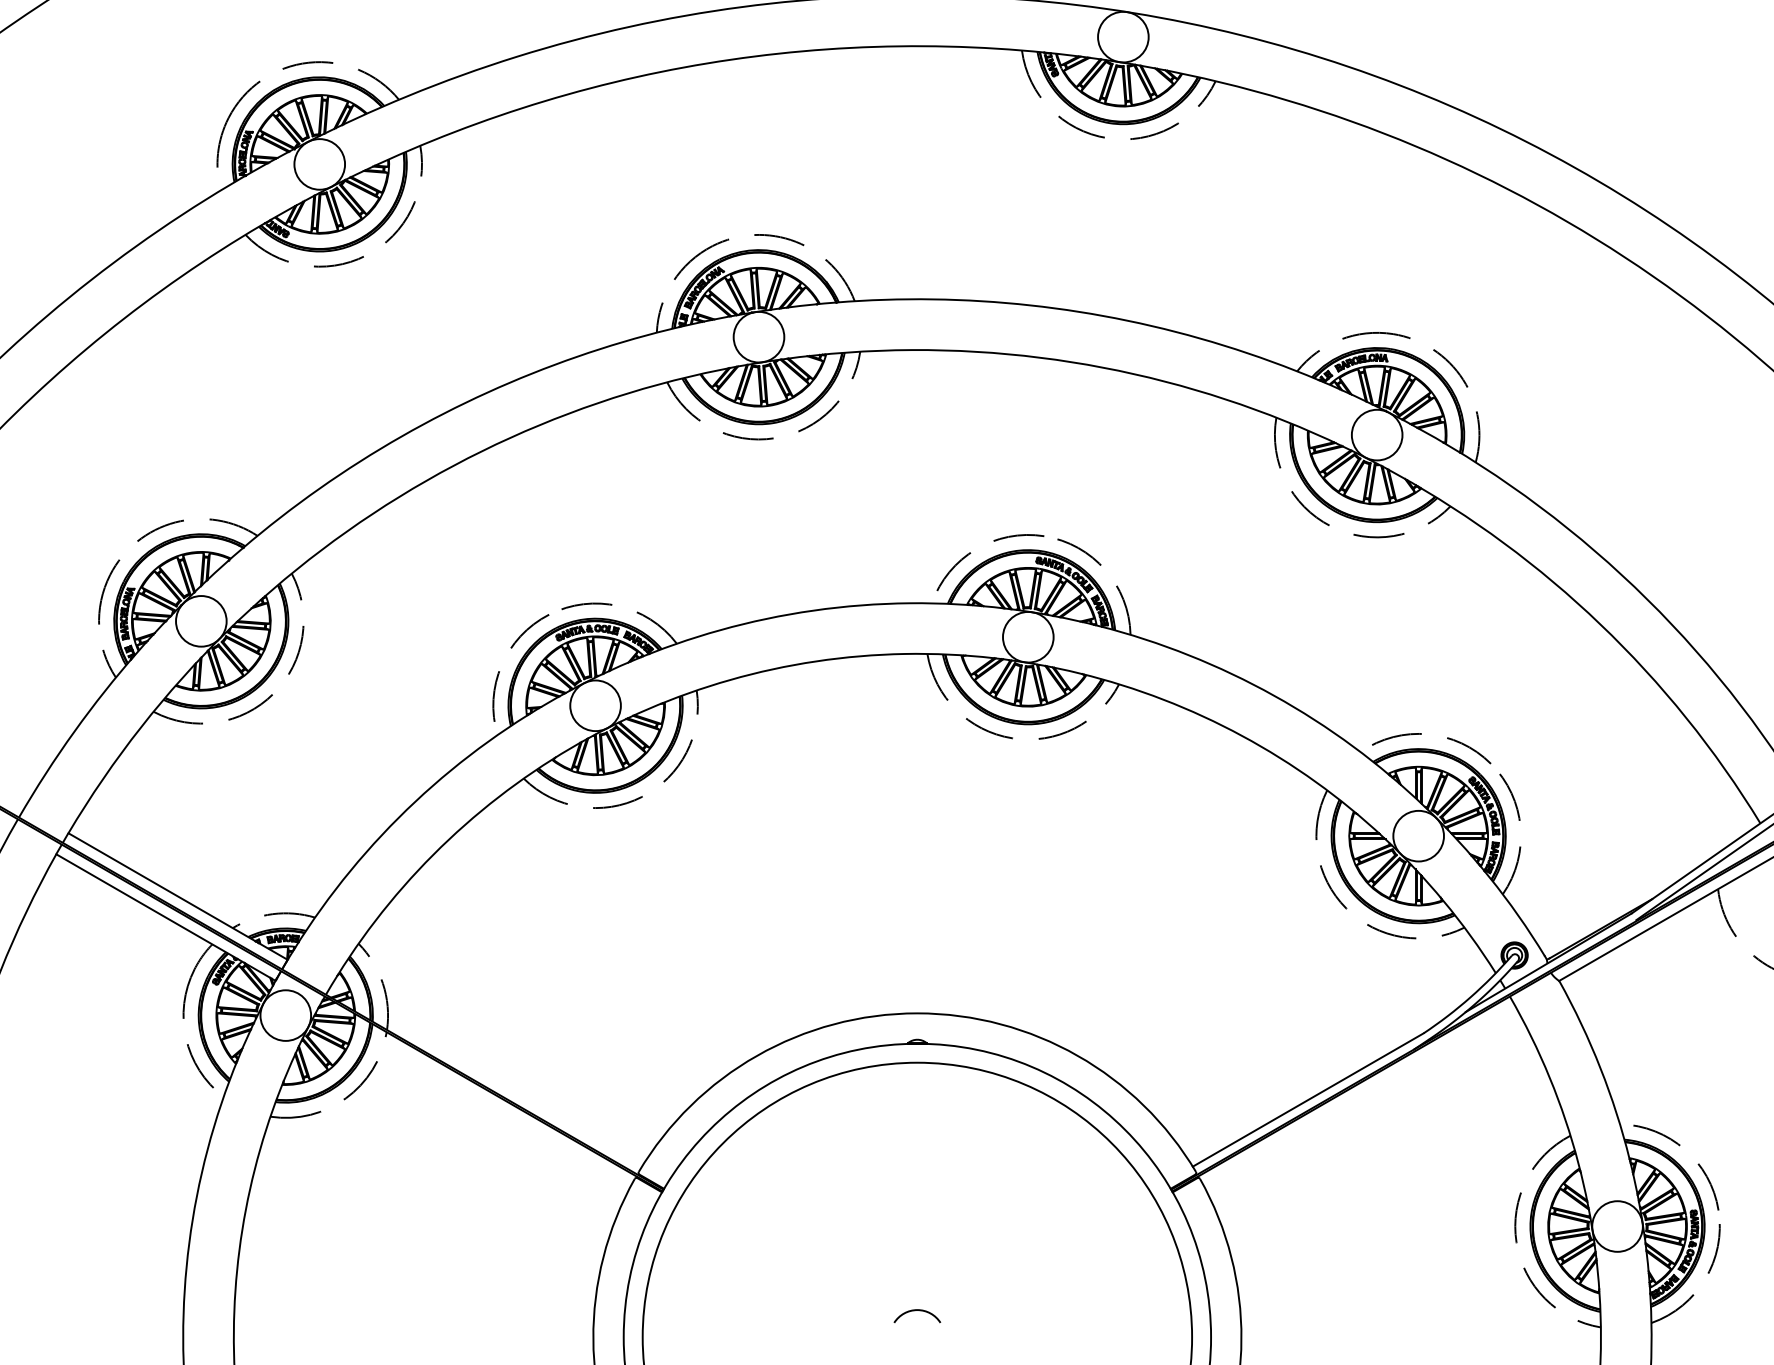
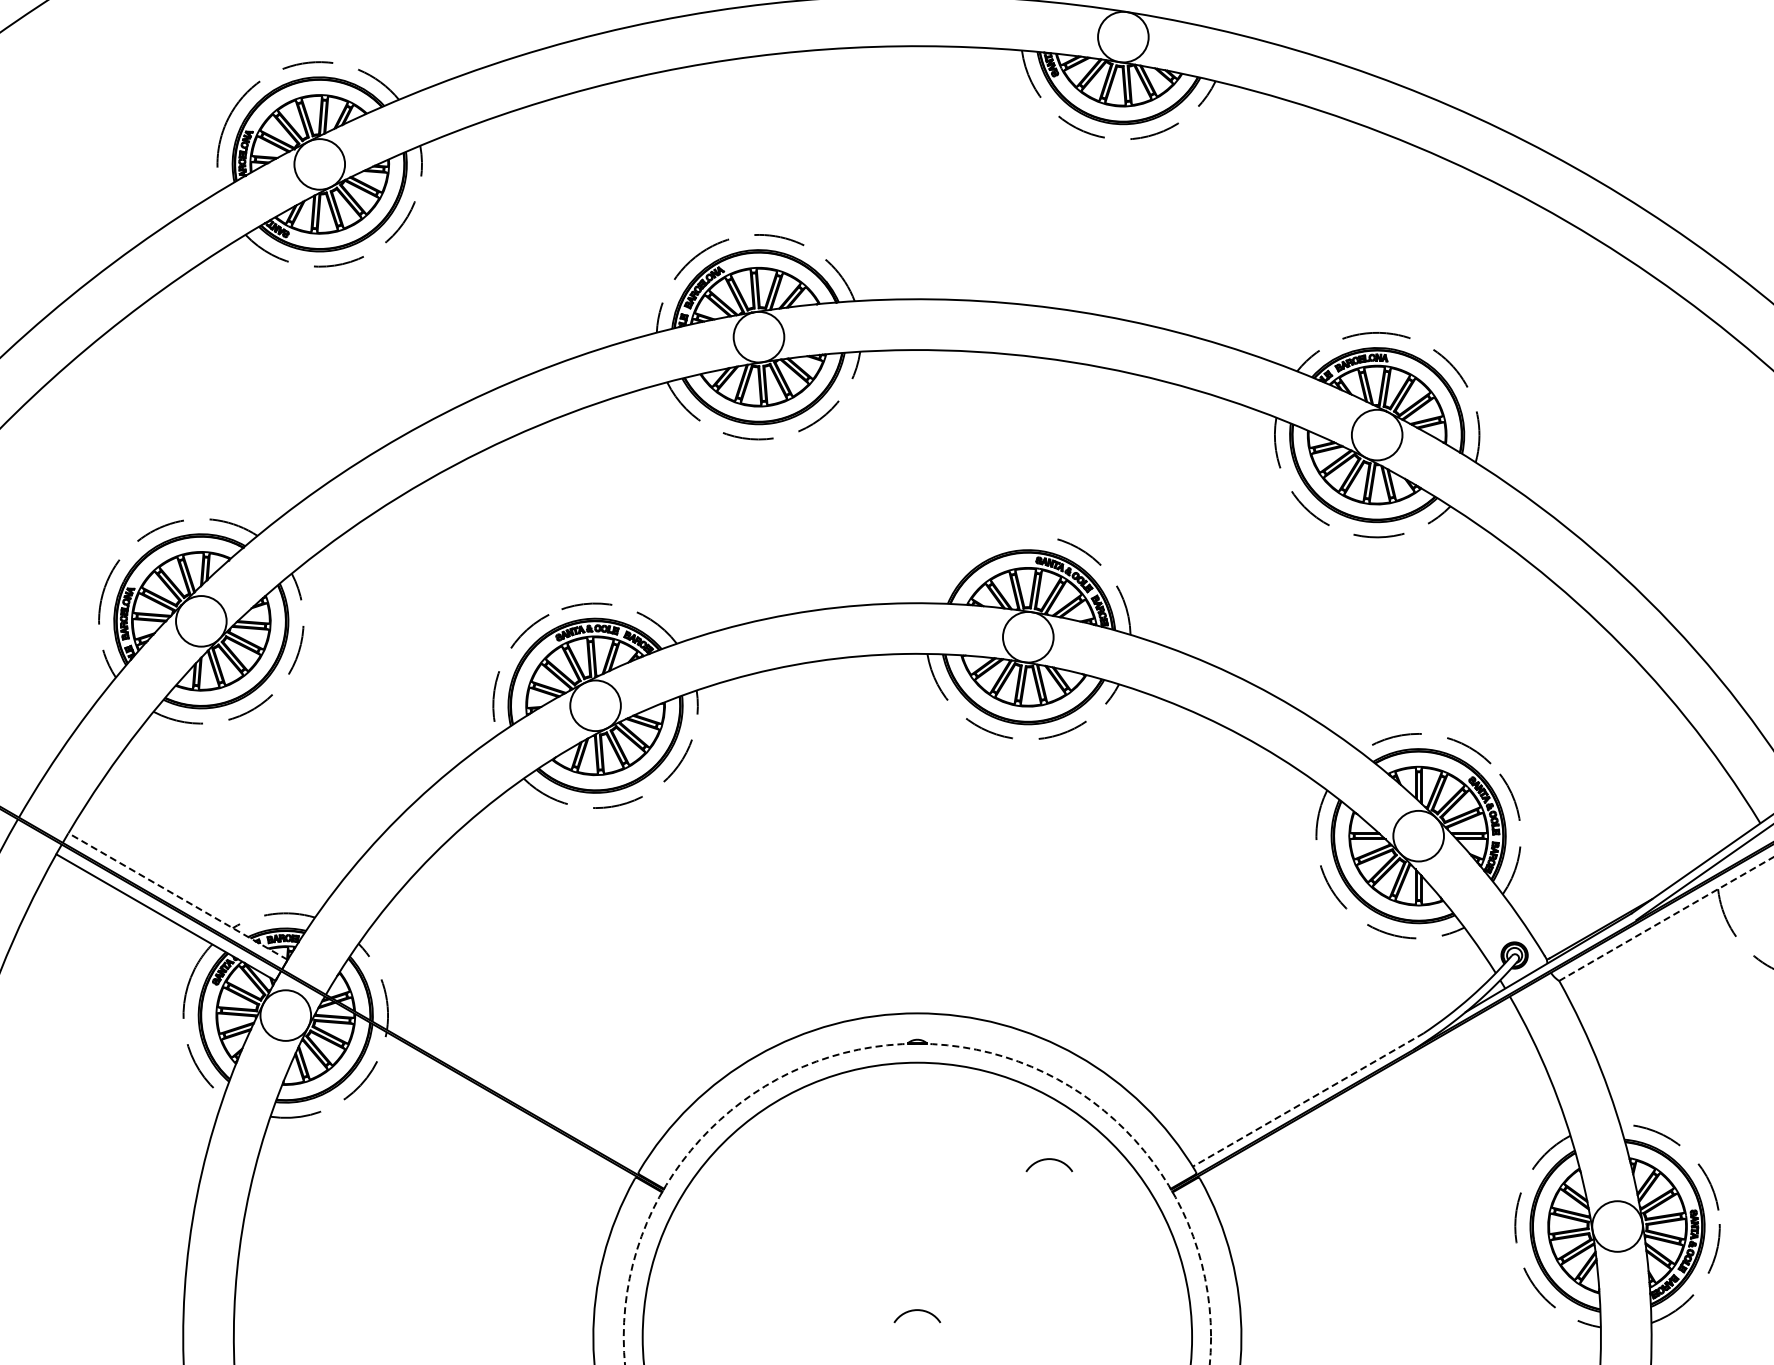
arc at (971, 553): present -> none
line at (178, 896): solid -> dashed
line at (1666, 919): solid -> dashed
line at (1307, 1100): solid -> dashed
arc at (1047, 1160): none -> present
circle at (917, 1203): solid -> dashed
